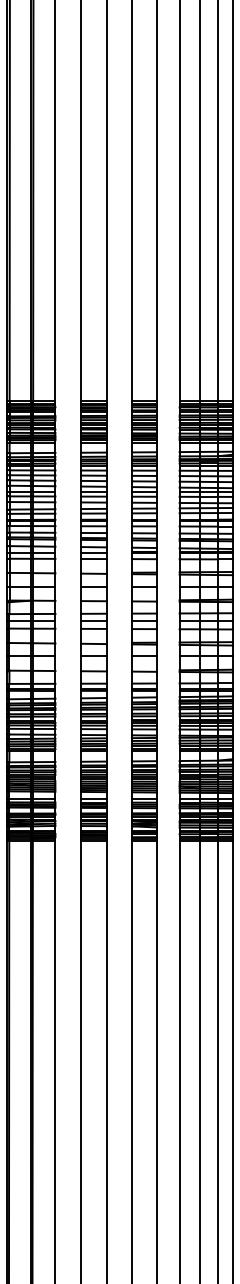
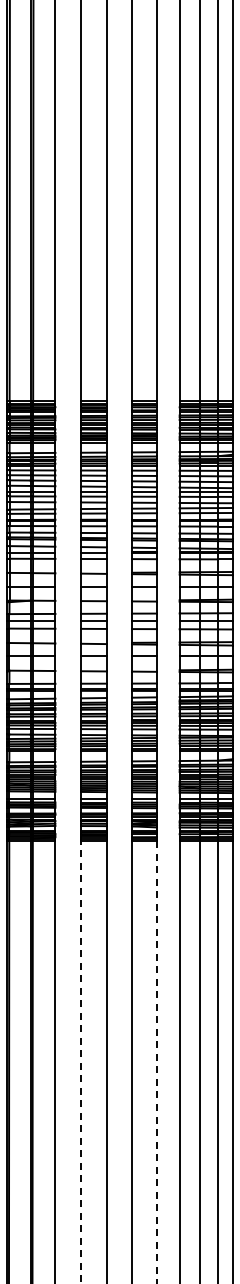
line at (81, 1062): solid -> dashed
line at (156, 1062): solid -> dashed
